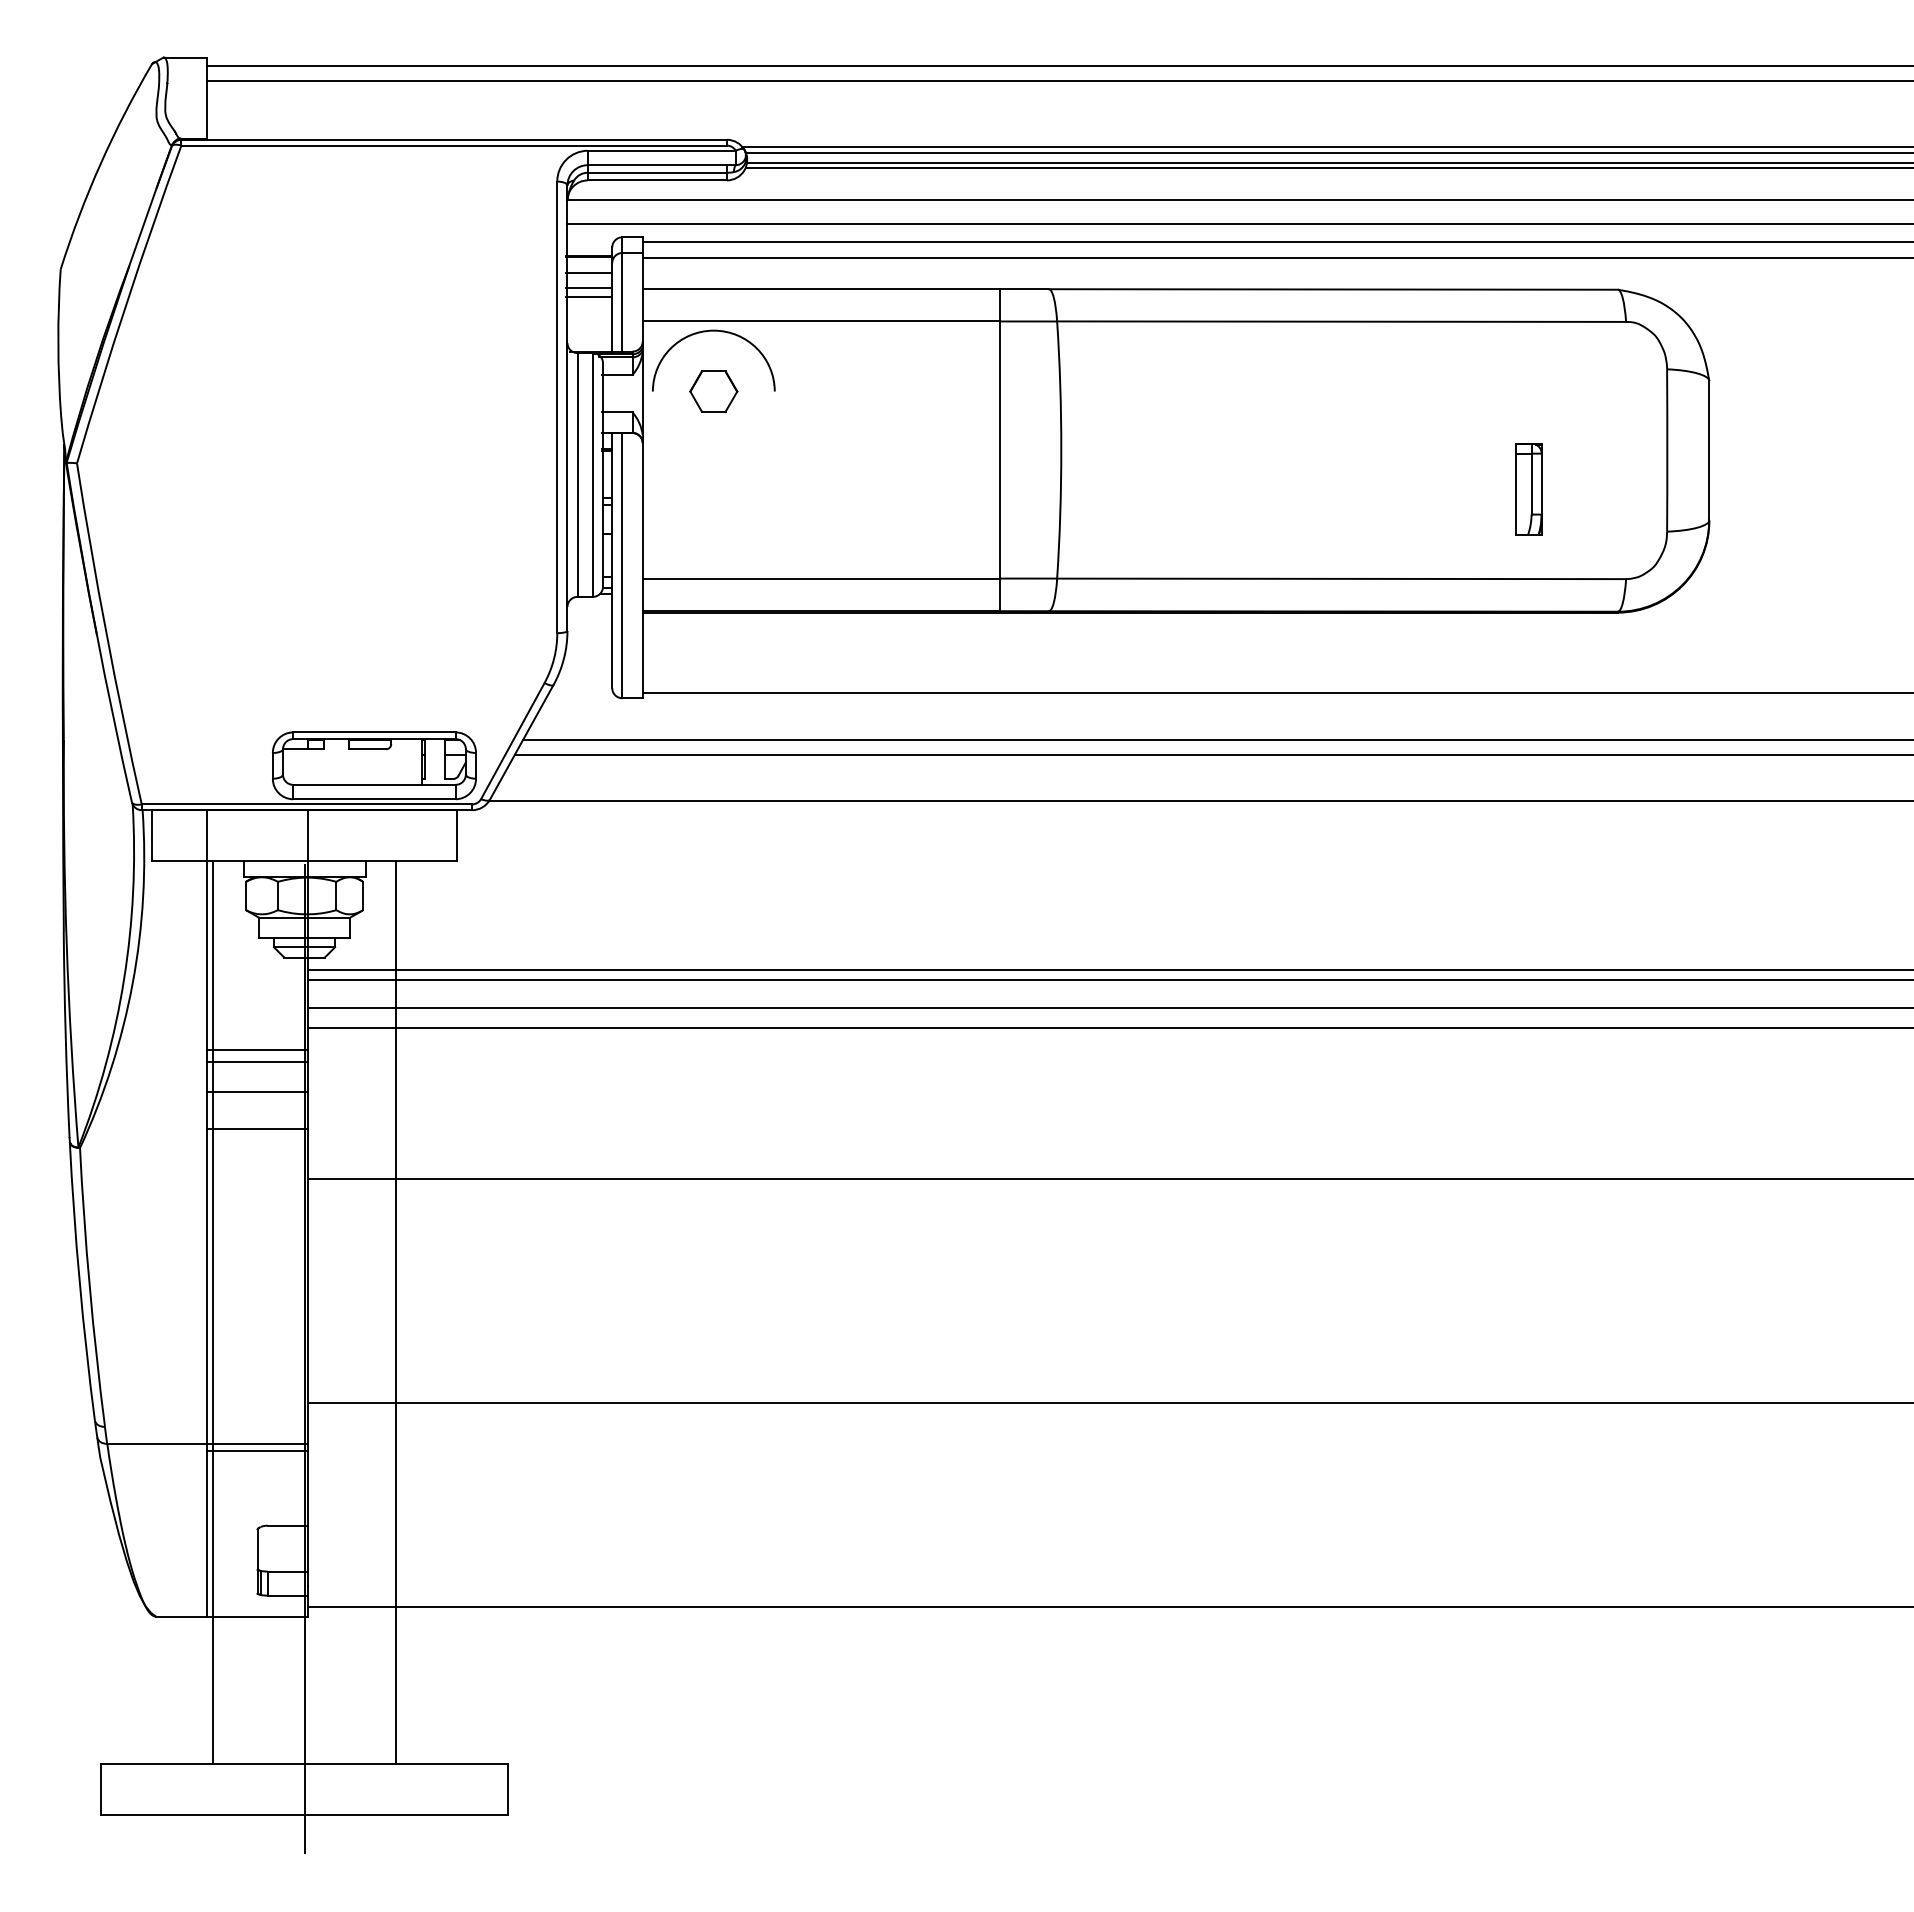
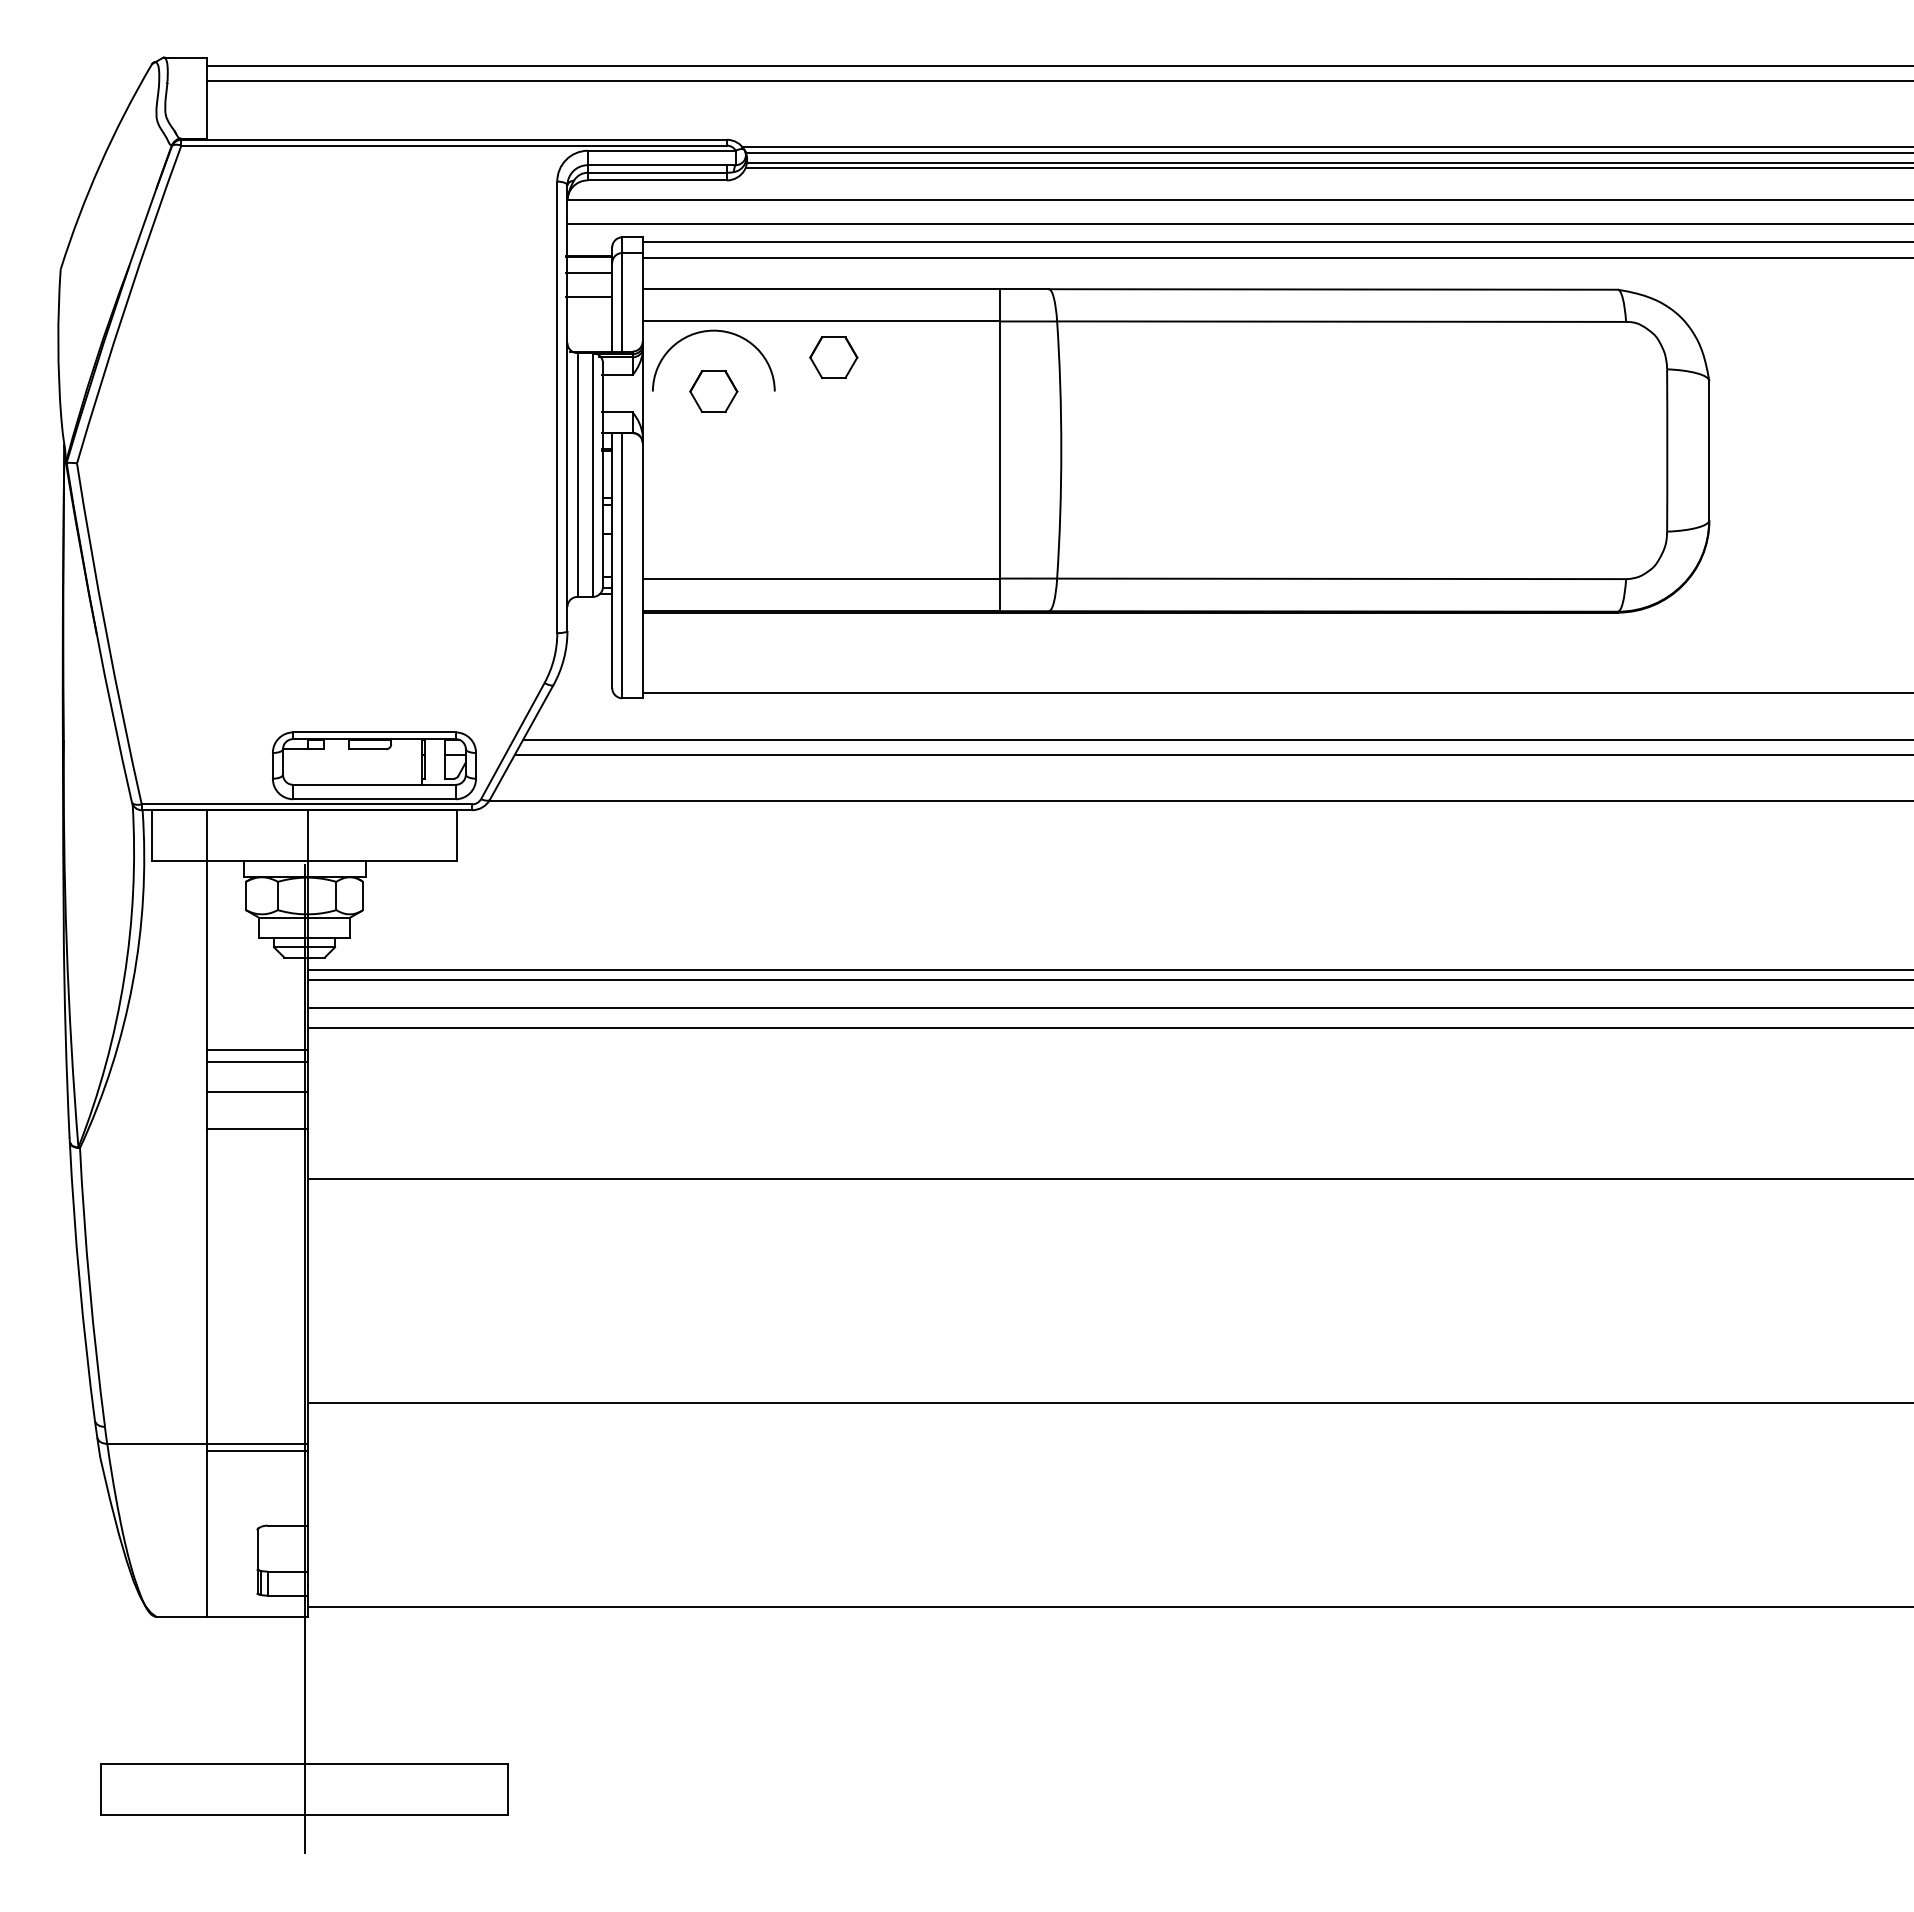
line at (589, 288): present -> none
part at (833, 357): none -> present
part at (1528, 489): present -> none
line at (213, 1312): present -> none
line at (395, 1312): present -> none
